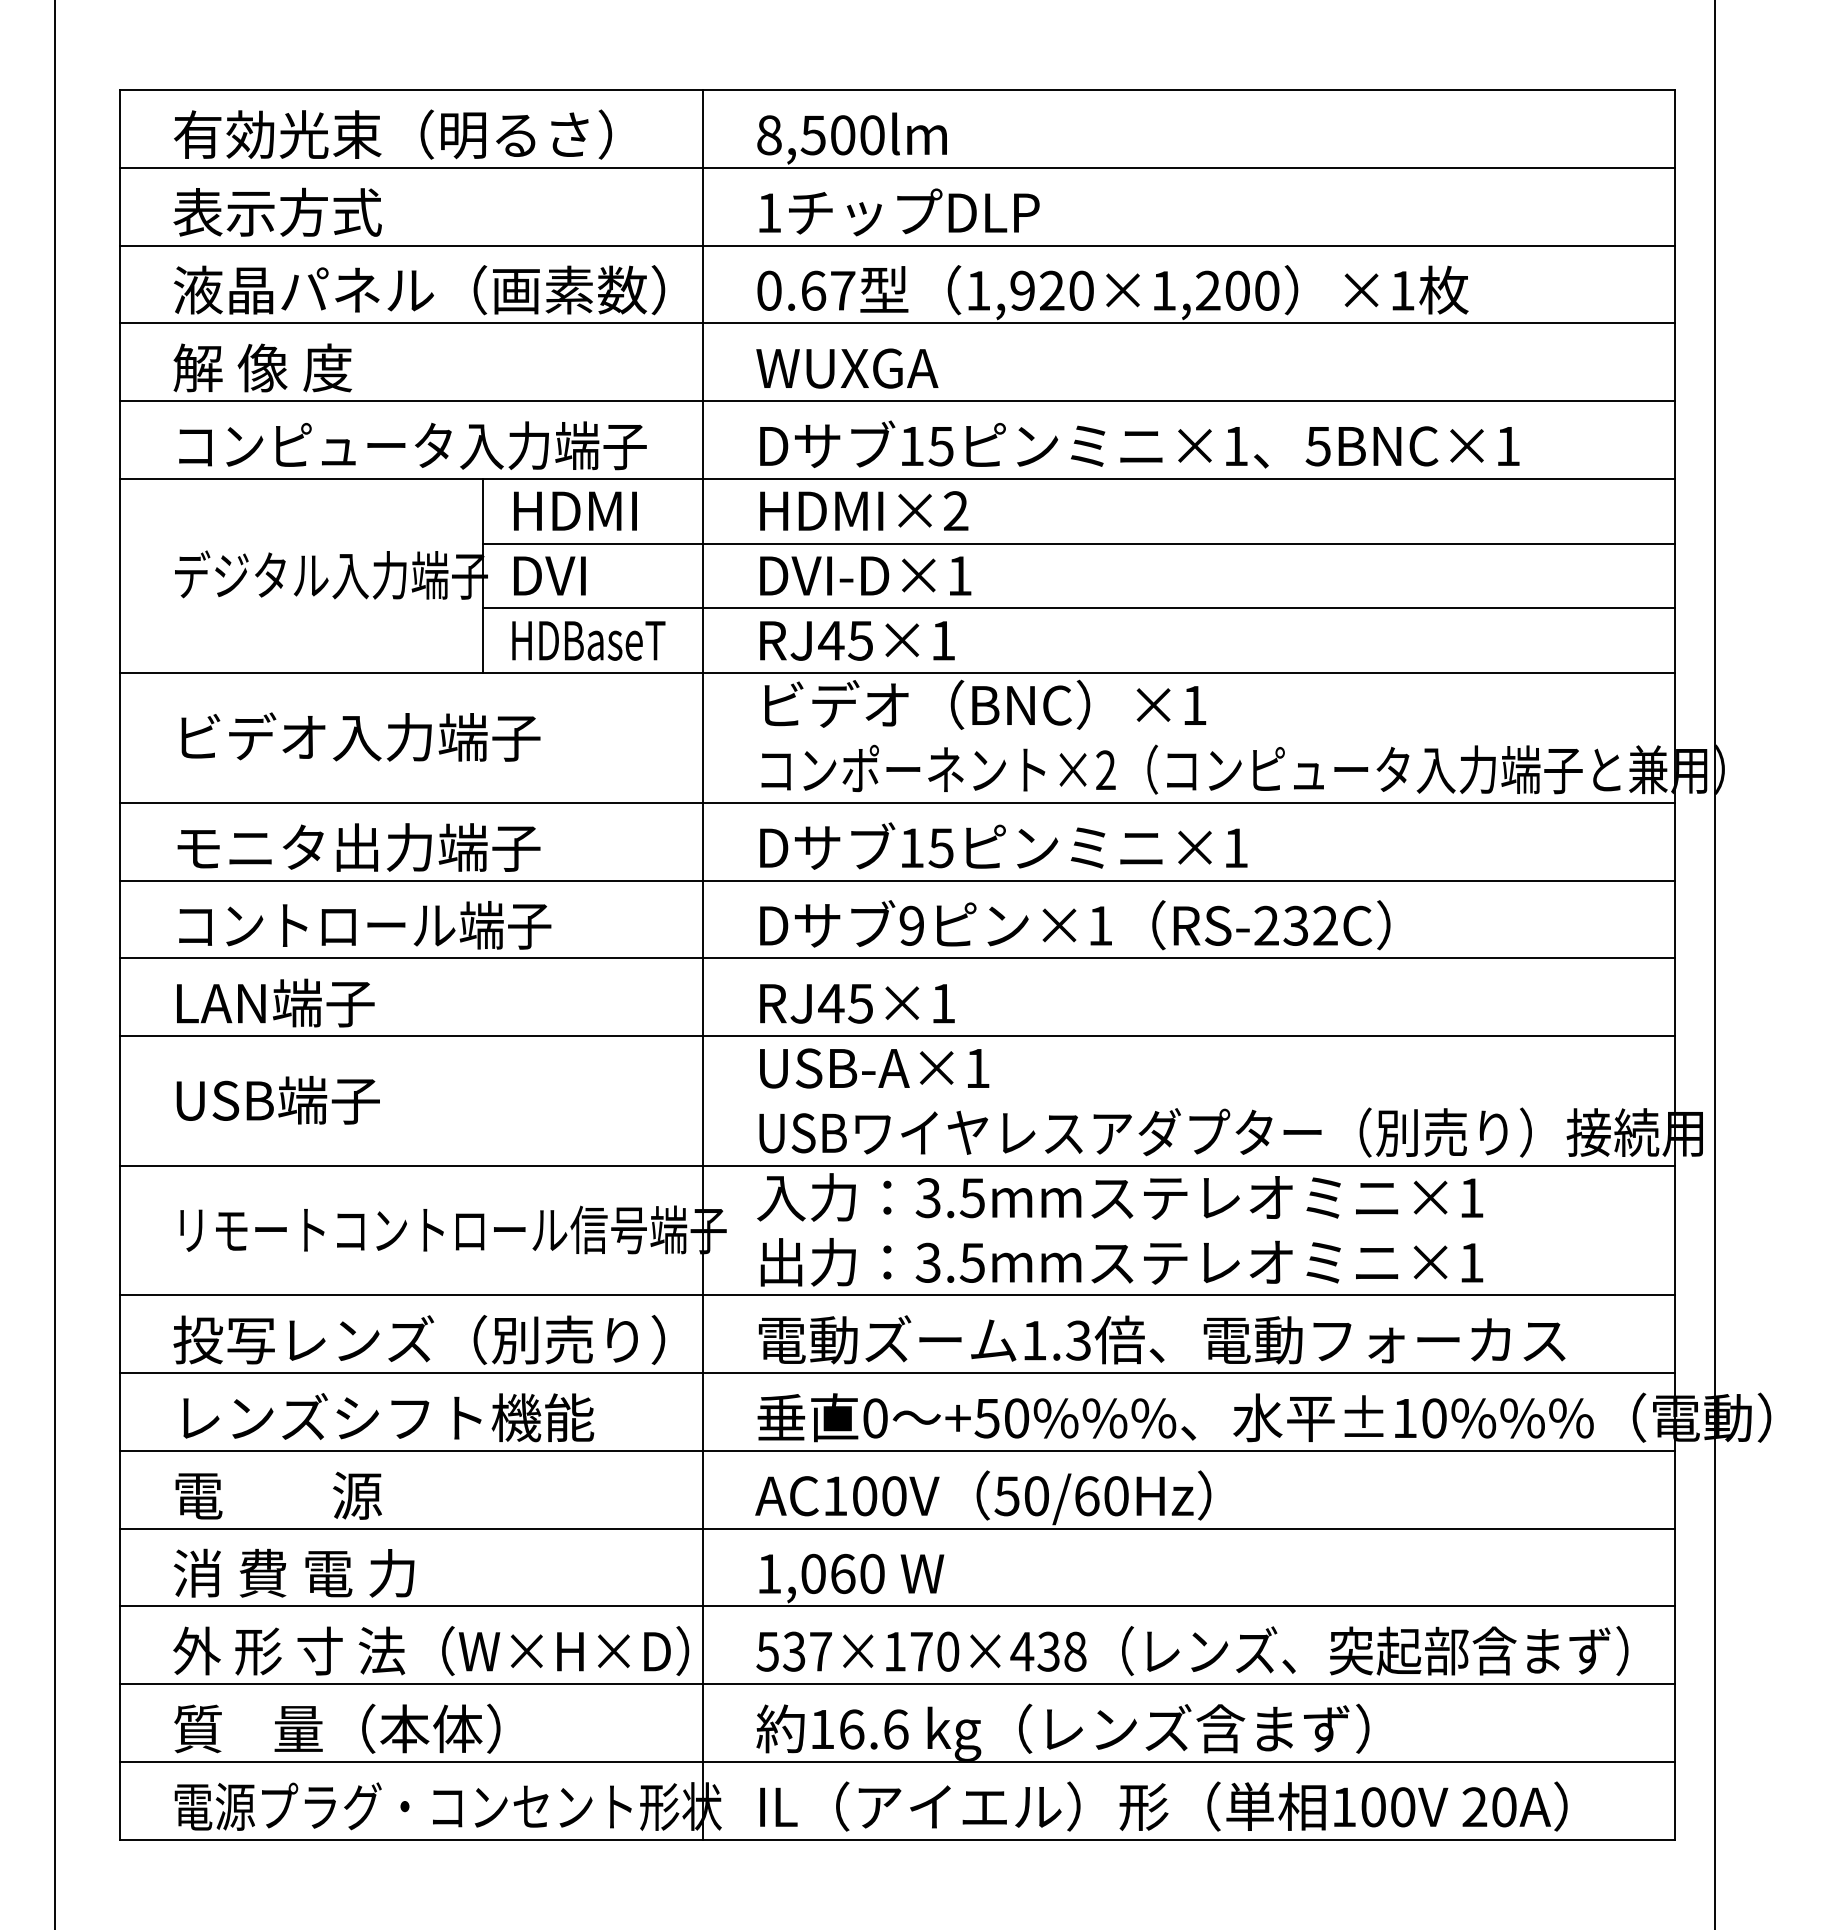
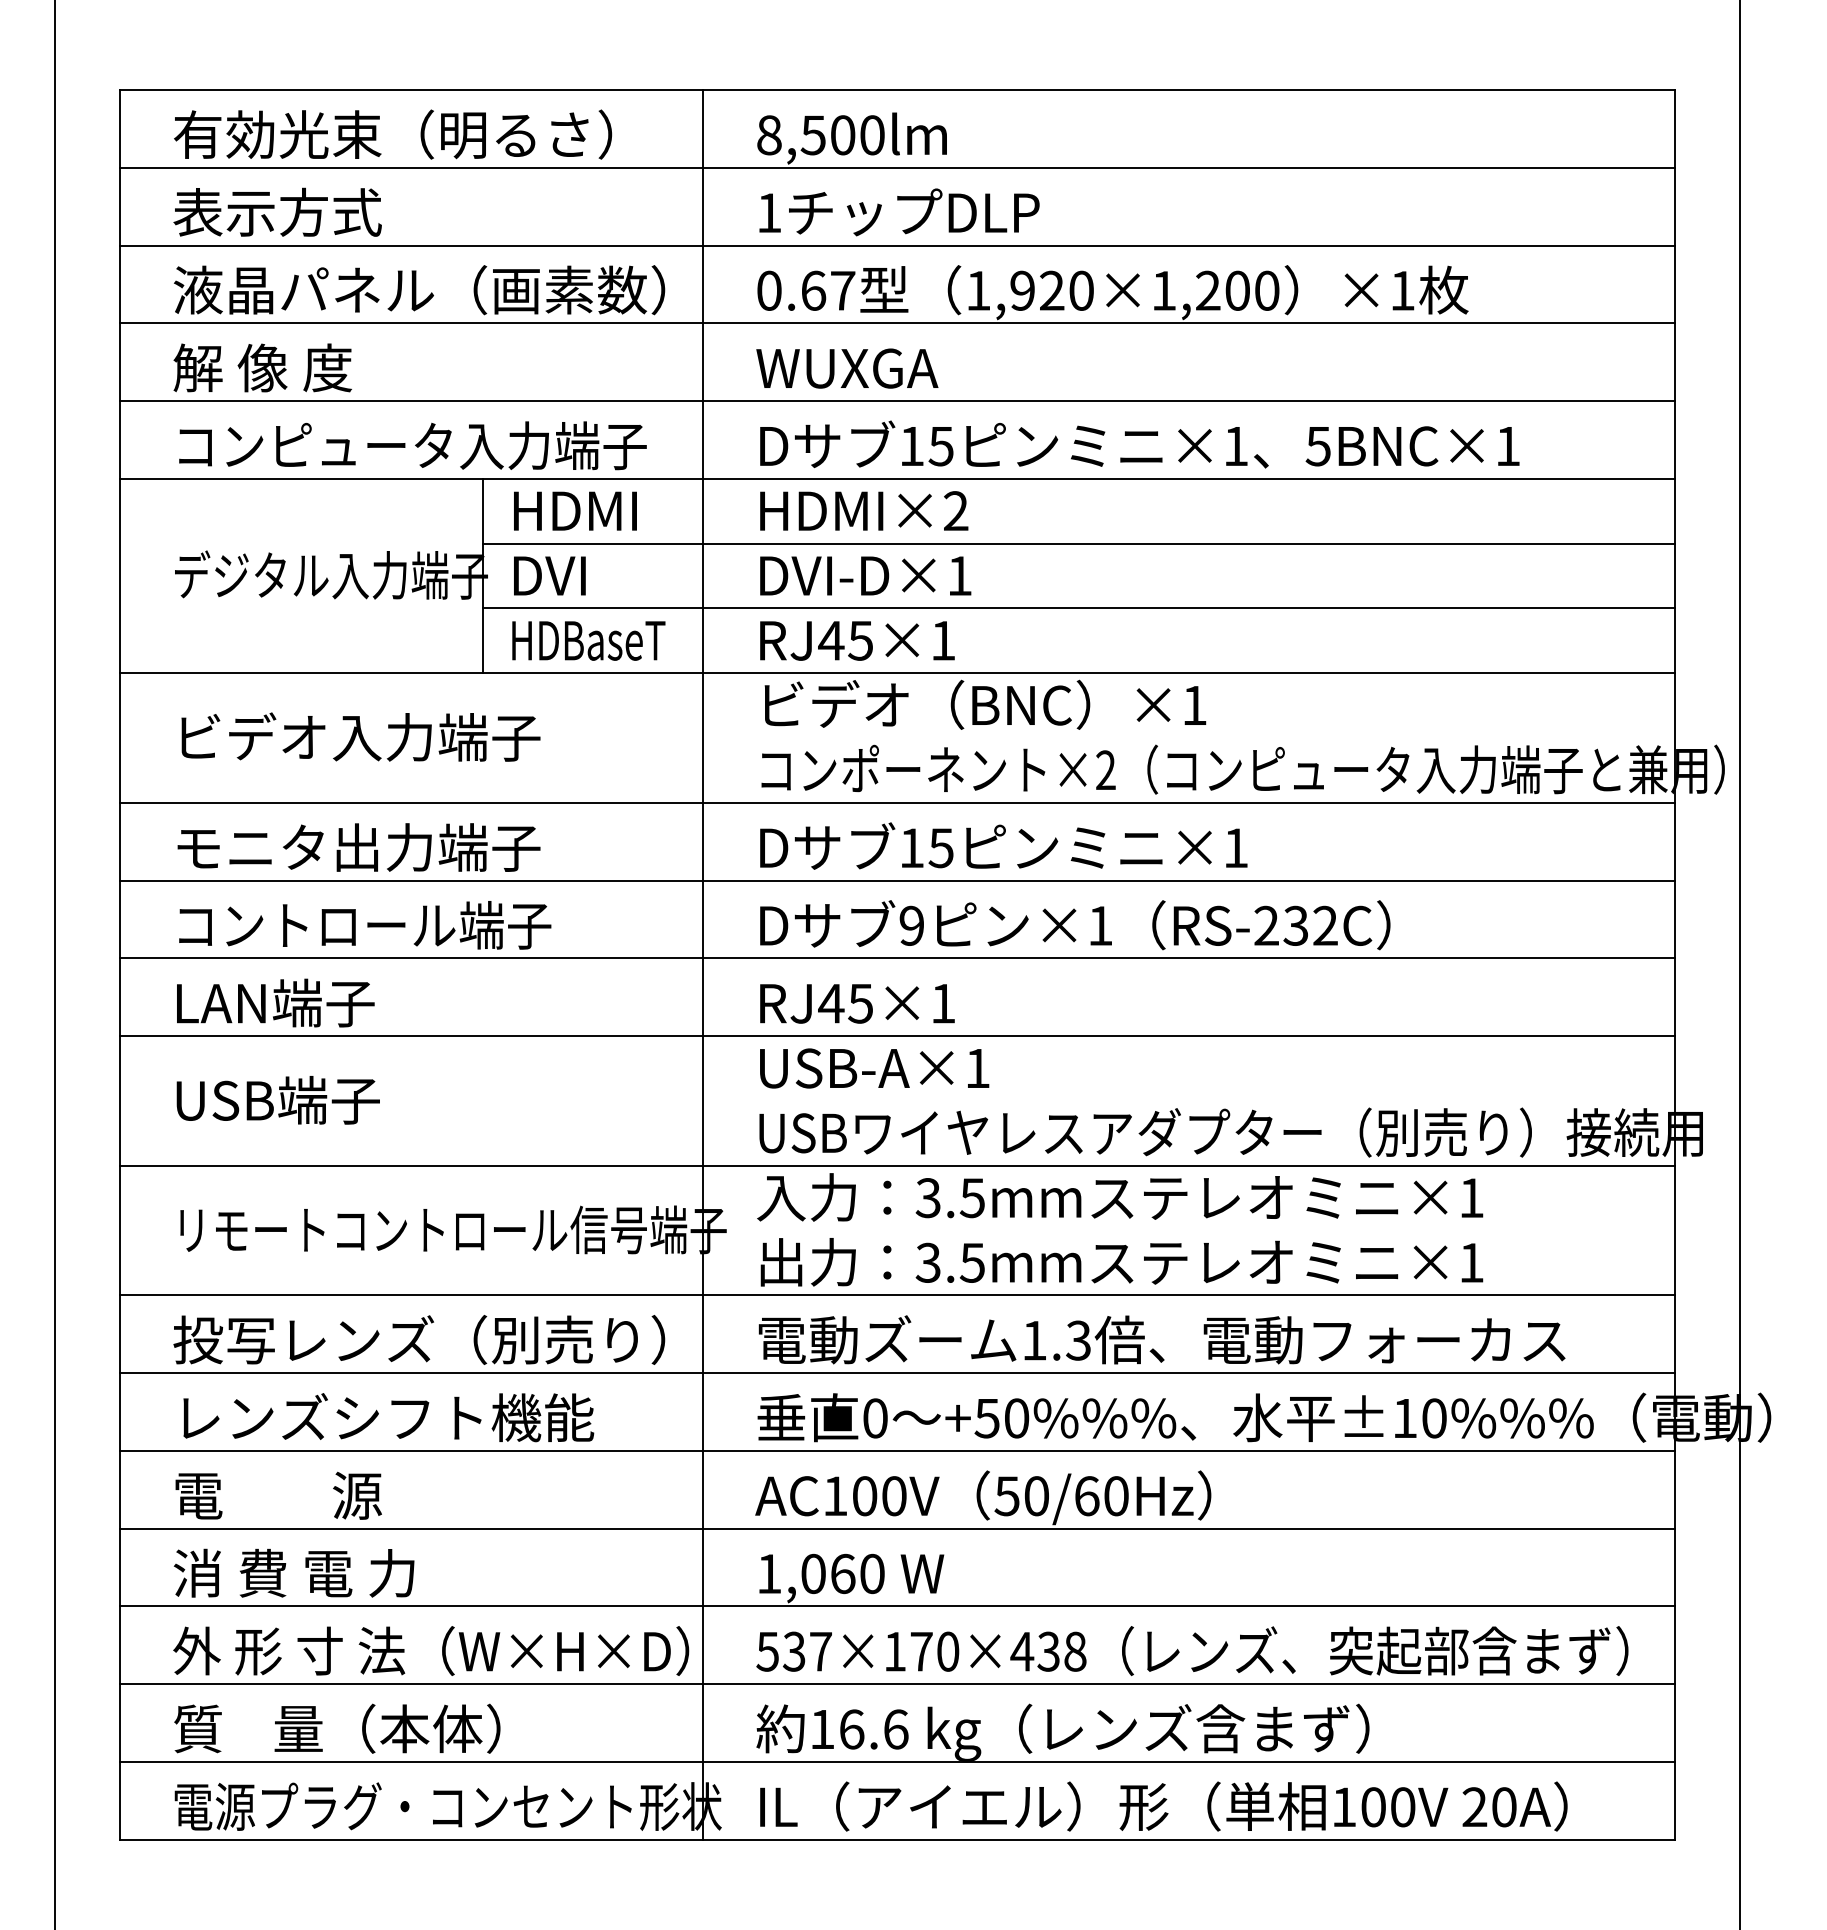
line at (1714, 964) position: (1714, 964) -> (1739, 964)
